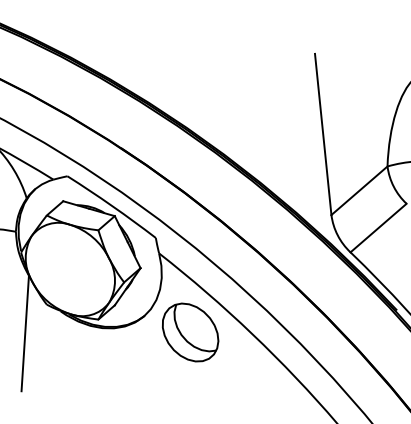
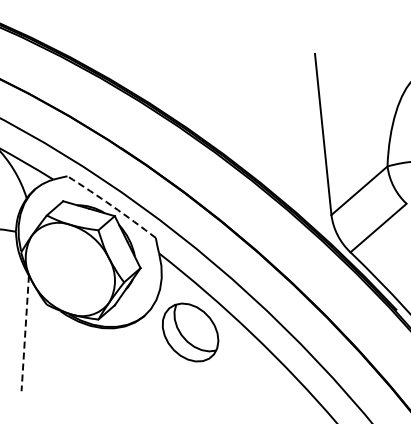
arc at (112, 206): solid -> dashed
line at (25, 333): solid -> dashed
